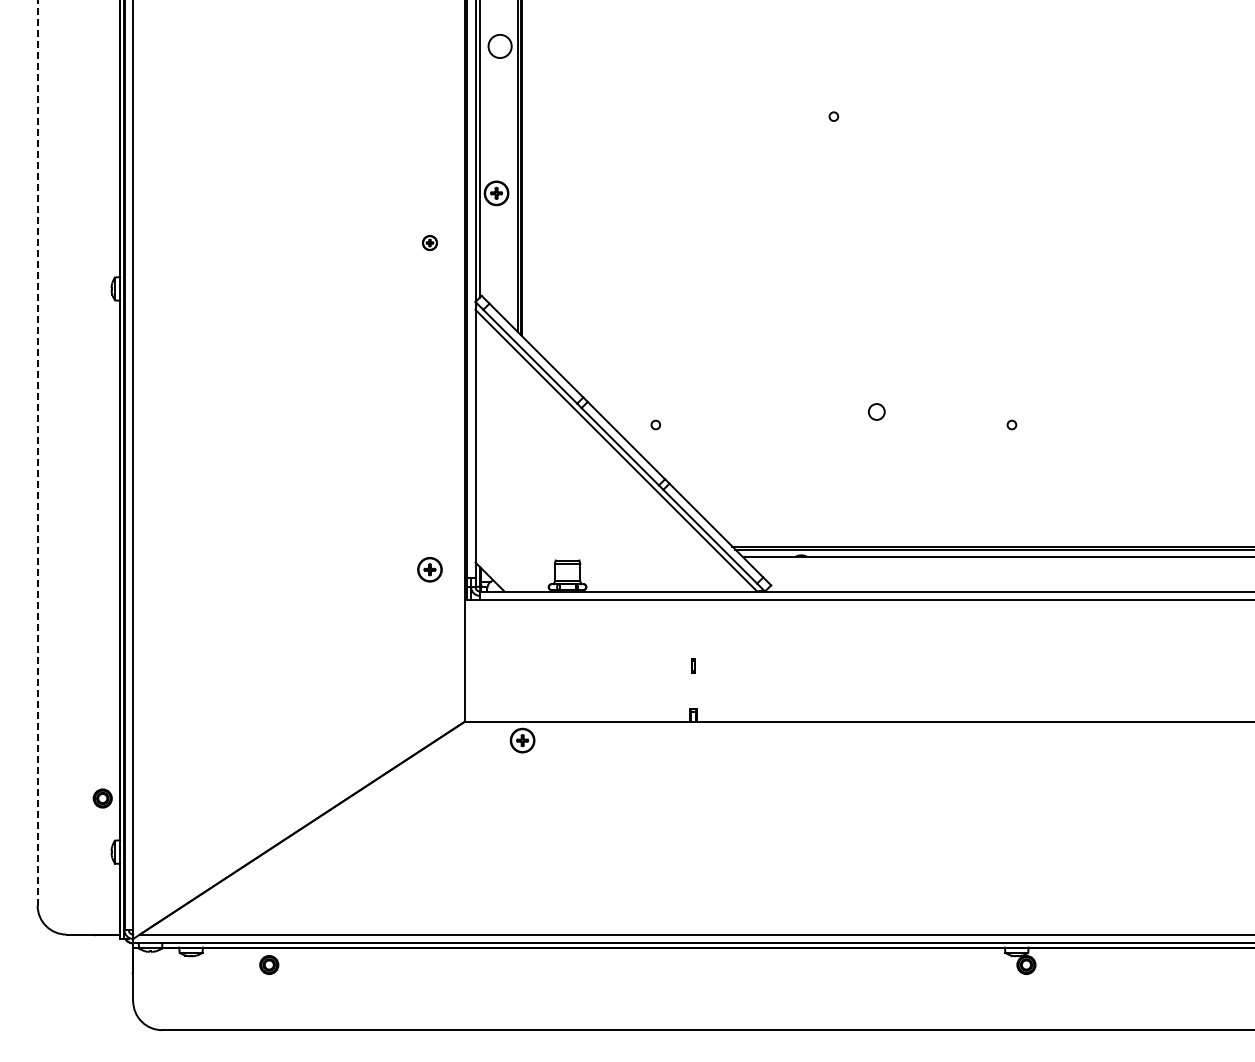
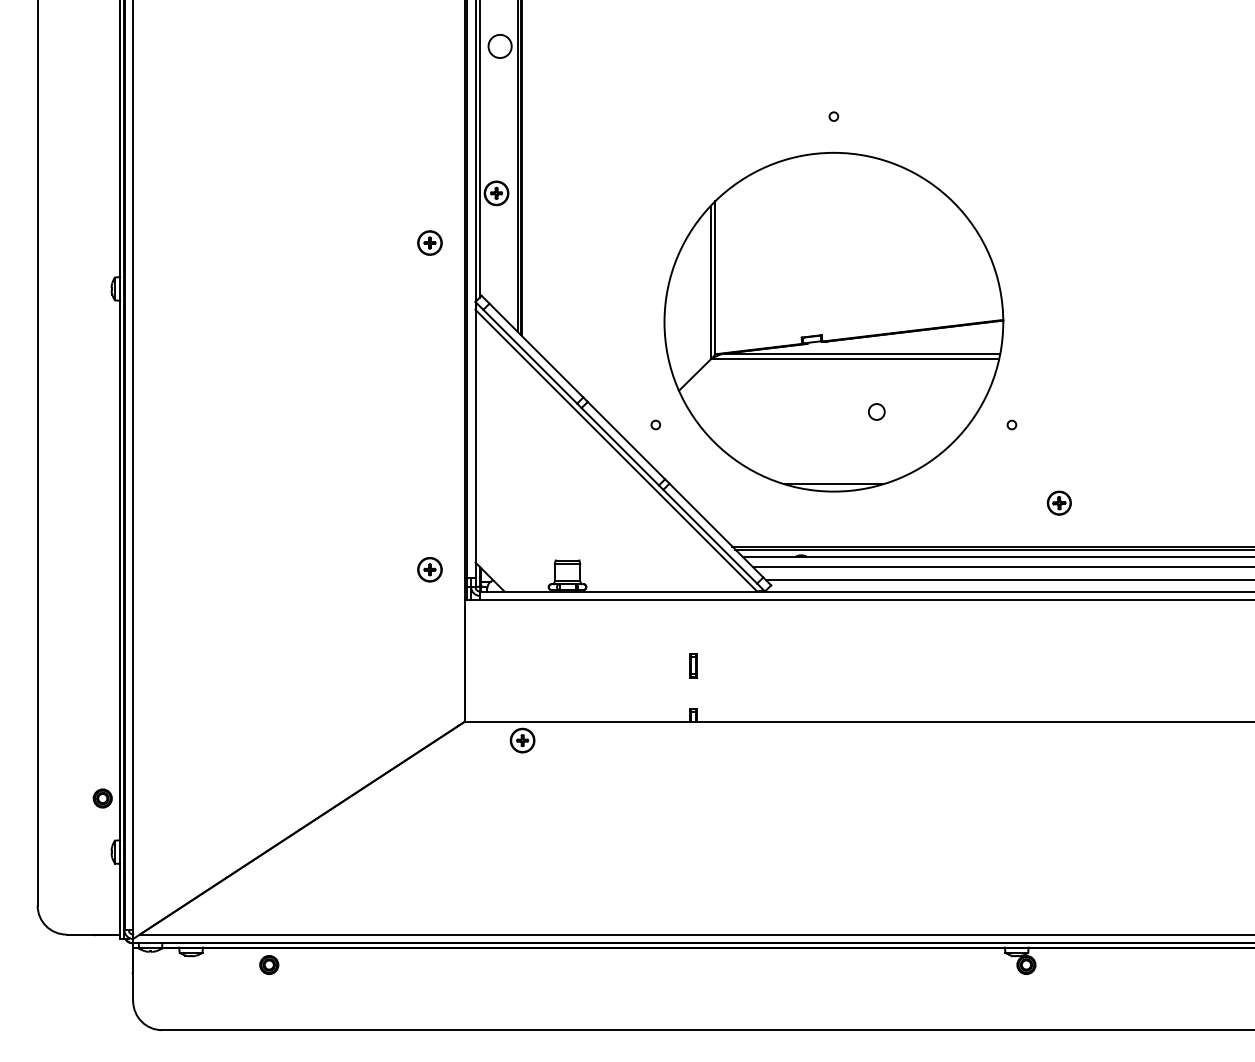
part at (429, 242) size: 16x16 px -> 26x26 px
part at (833, 322): none -> present
line at (37, 452): dashed -> solid
part at (1058, 502): none -> present
line at (1001, 566): none -> present
line at (1008, 579): none -> present
part at (693, 665) size: 5x16 px -> 9x26 px
